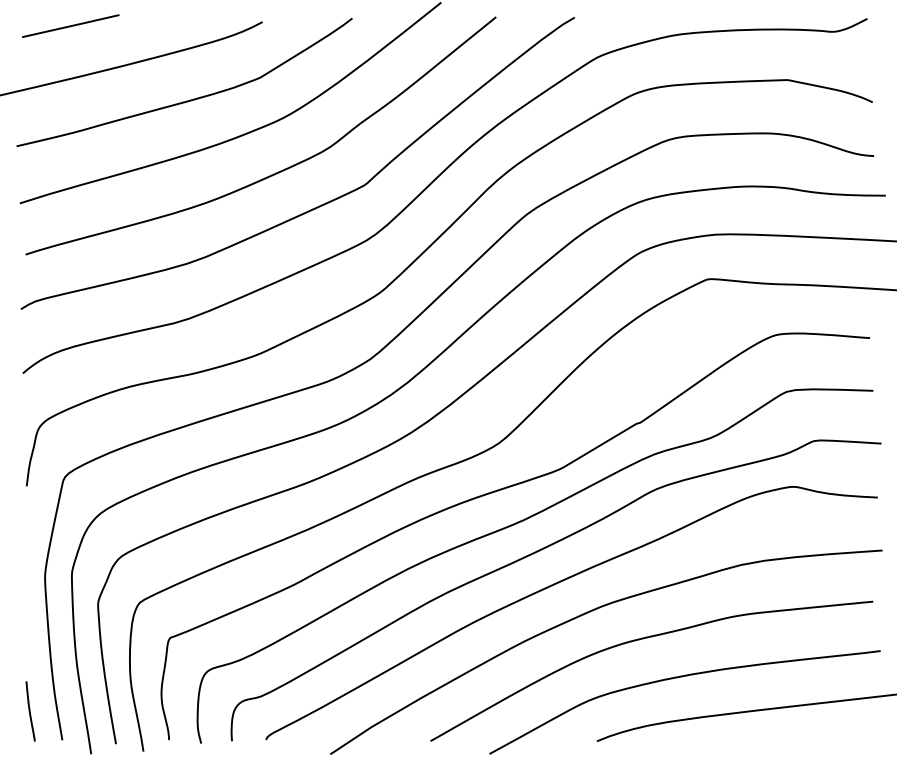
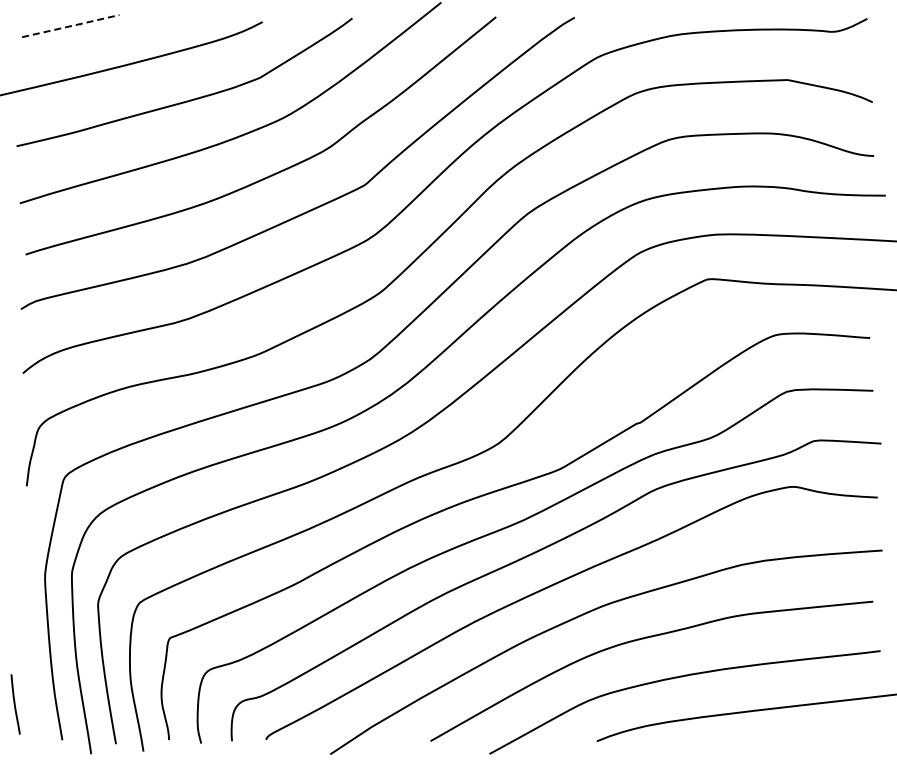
line at (72, 25): solid -> dashed
line at (30, 711) position: (30, 711) -> (15, 704)
